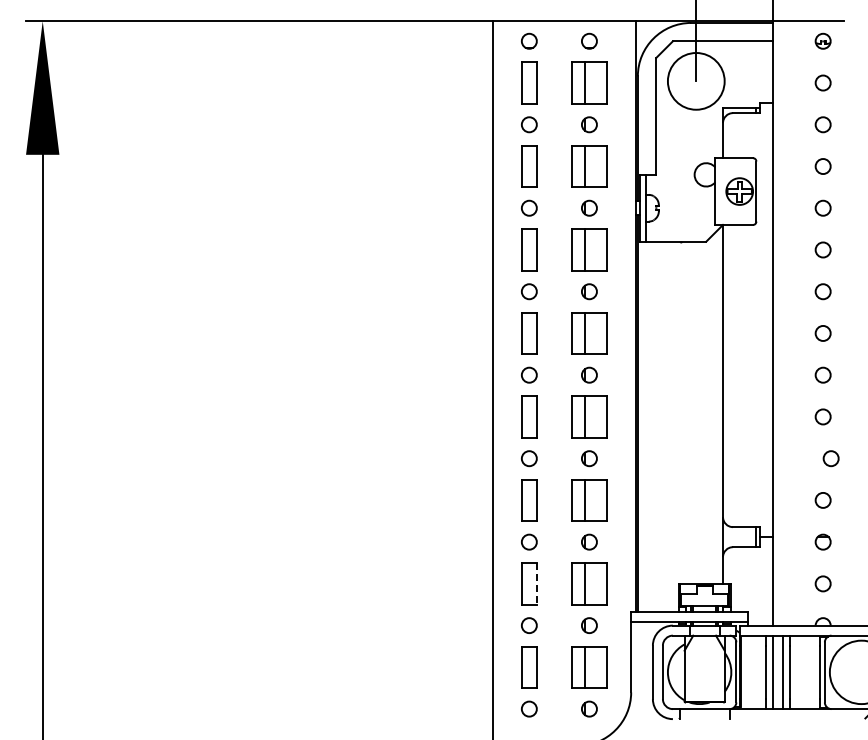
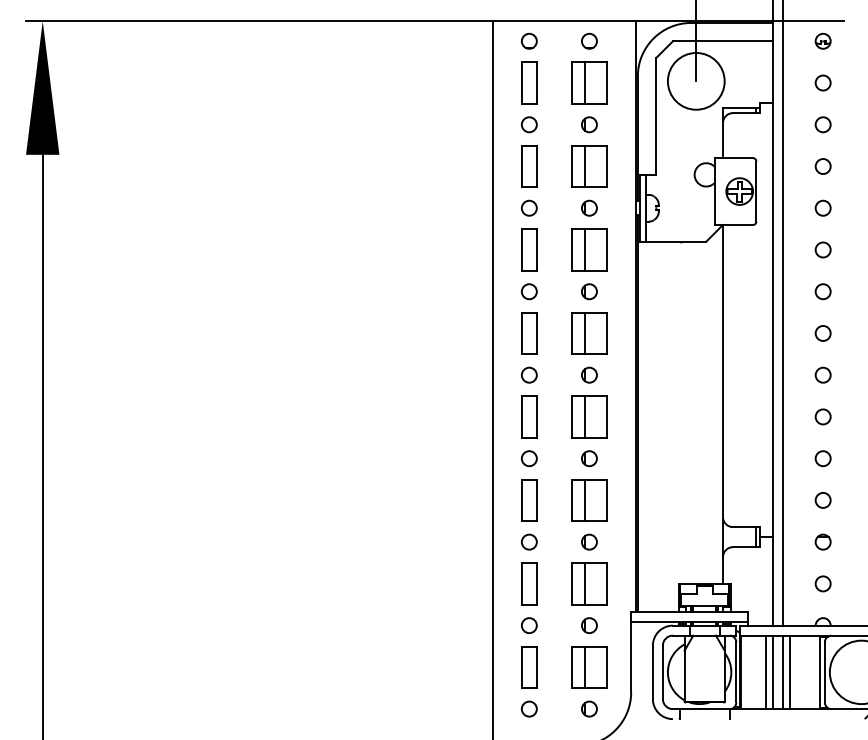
line at (783, 313): none -> present
circle at (830, 458) position: (830, 458) -> (822, 458)
line at (536, 583): dashed -> solid
